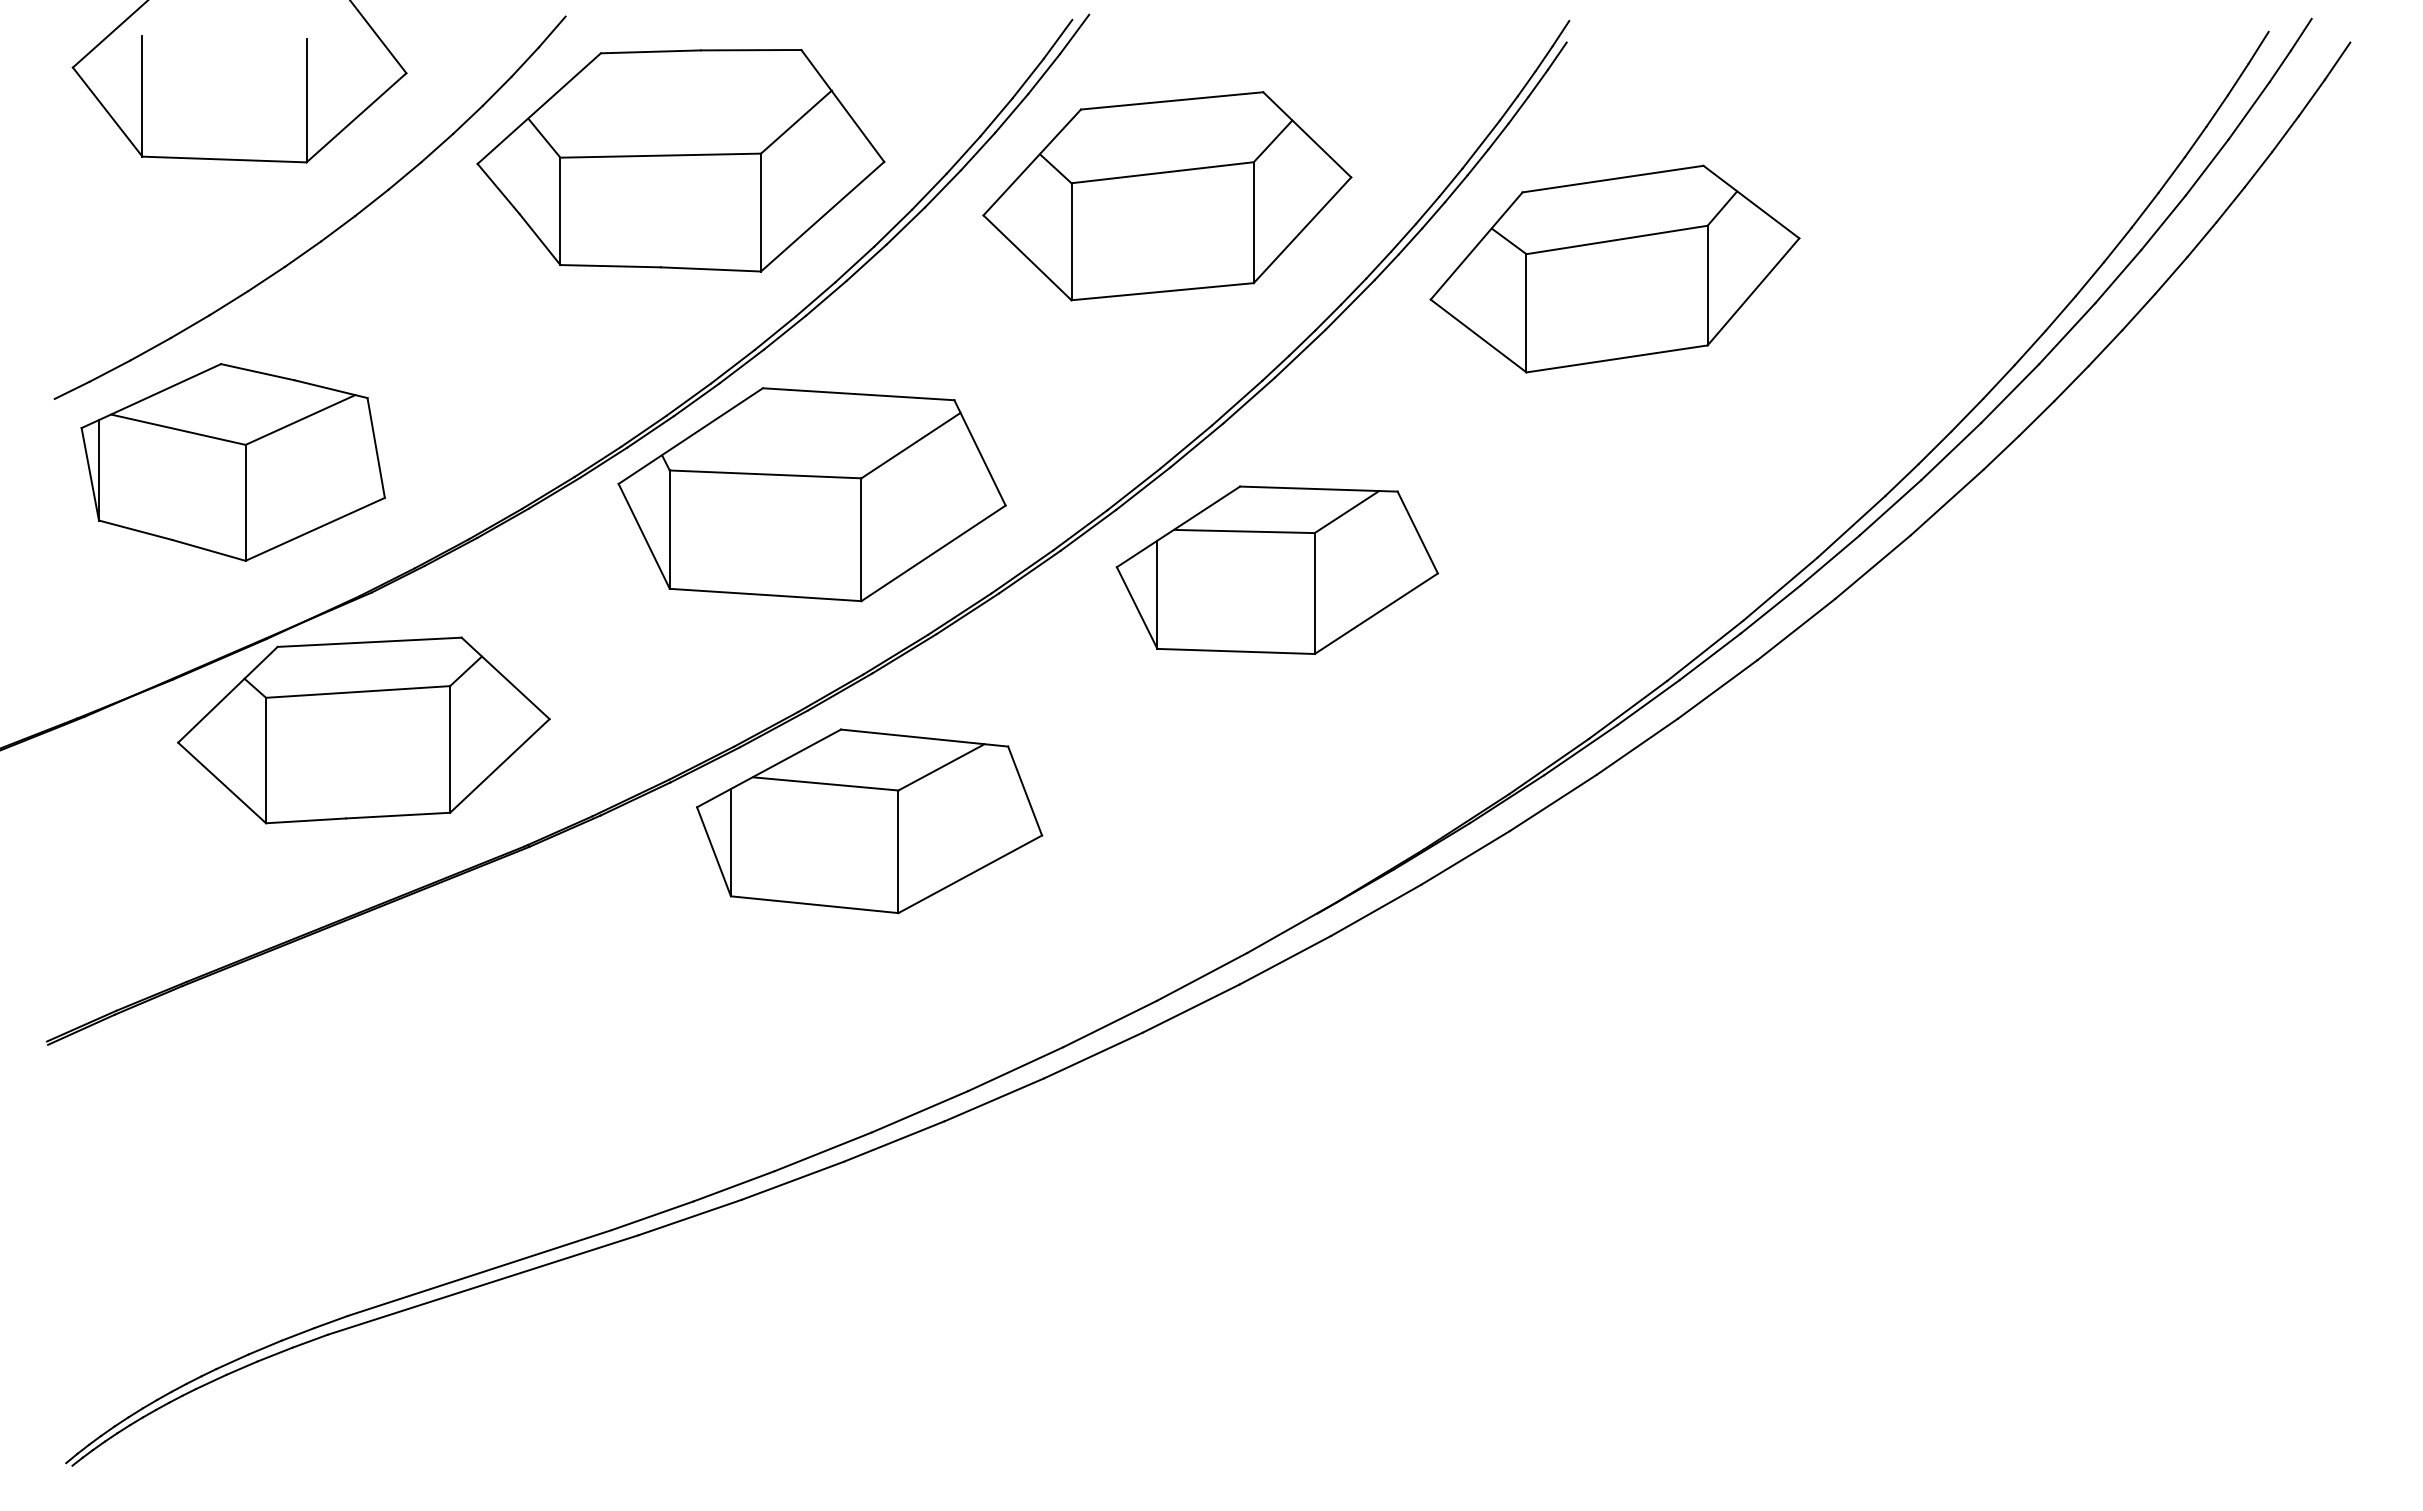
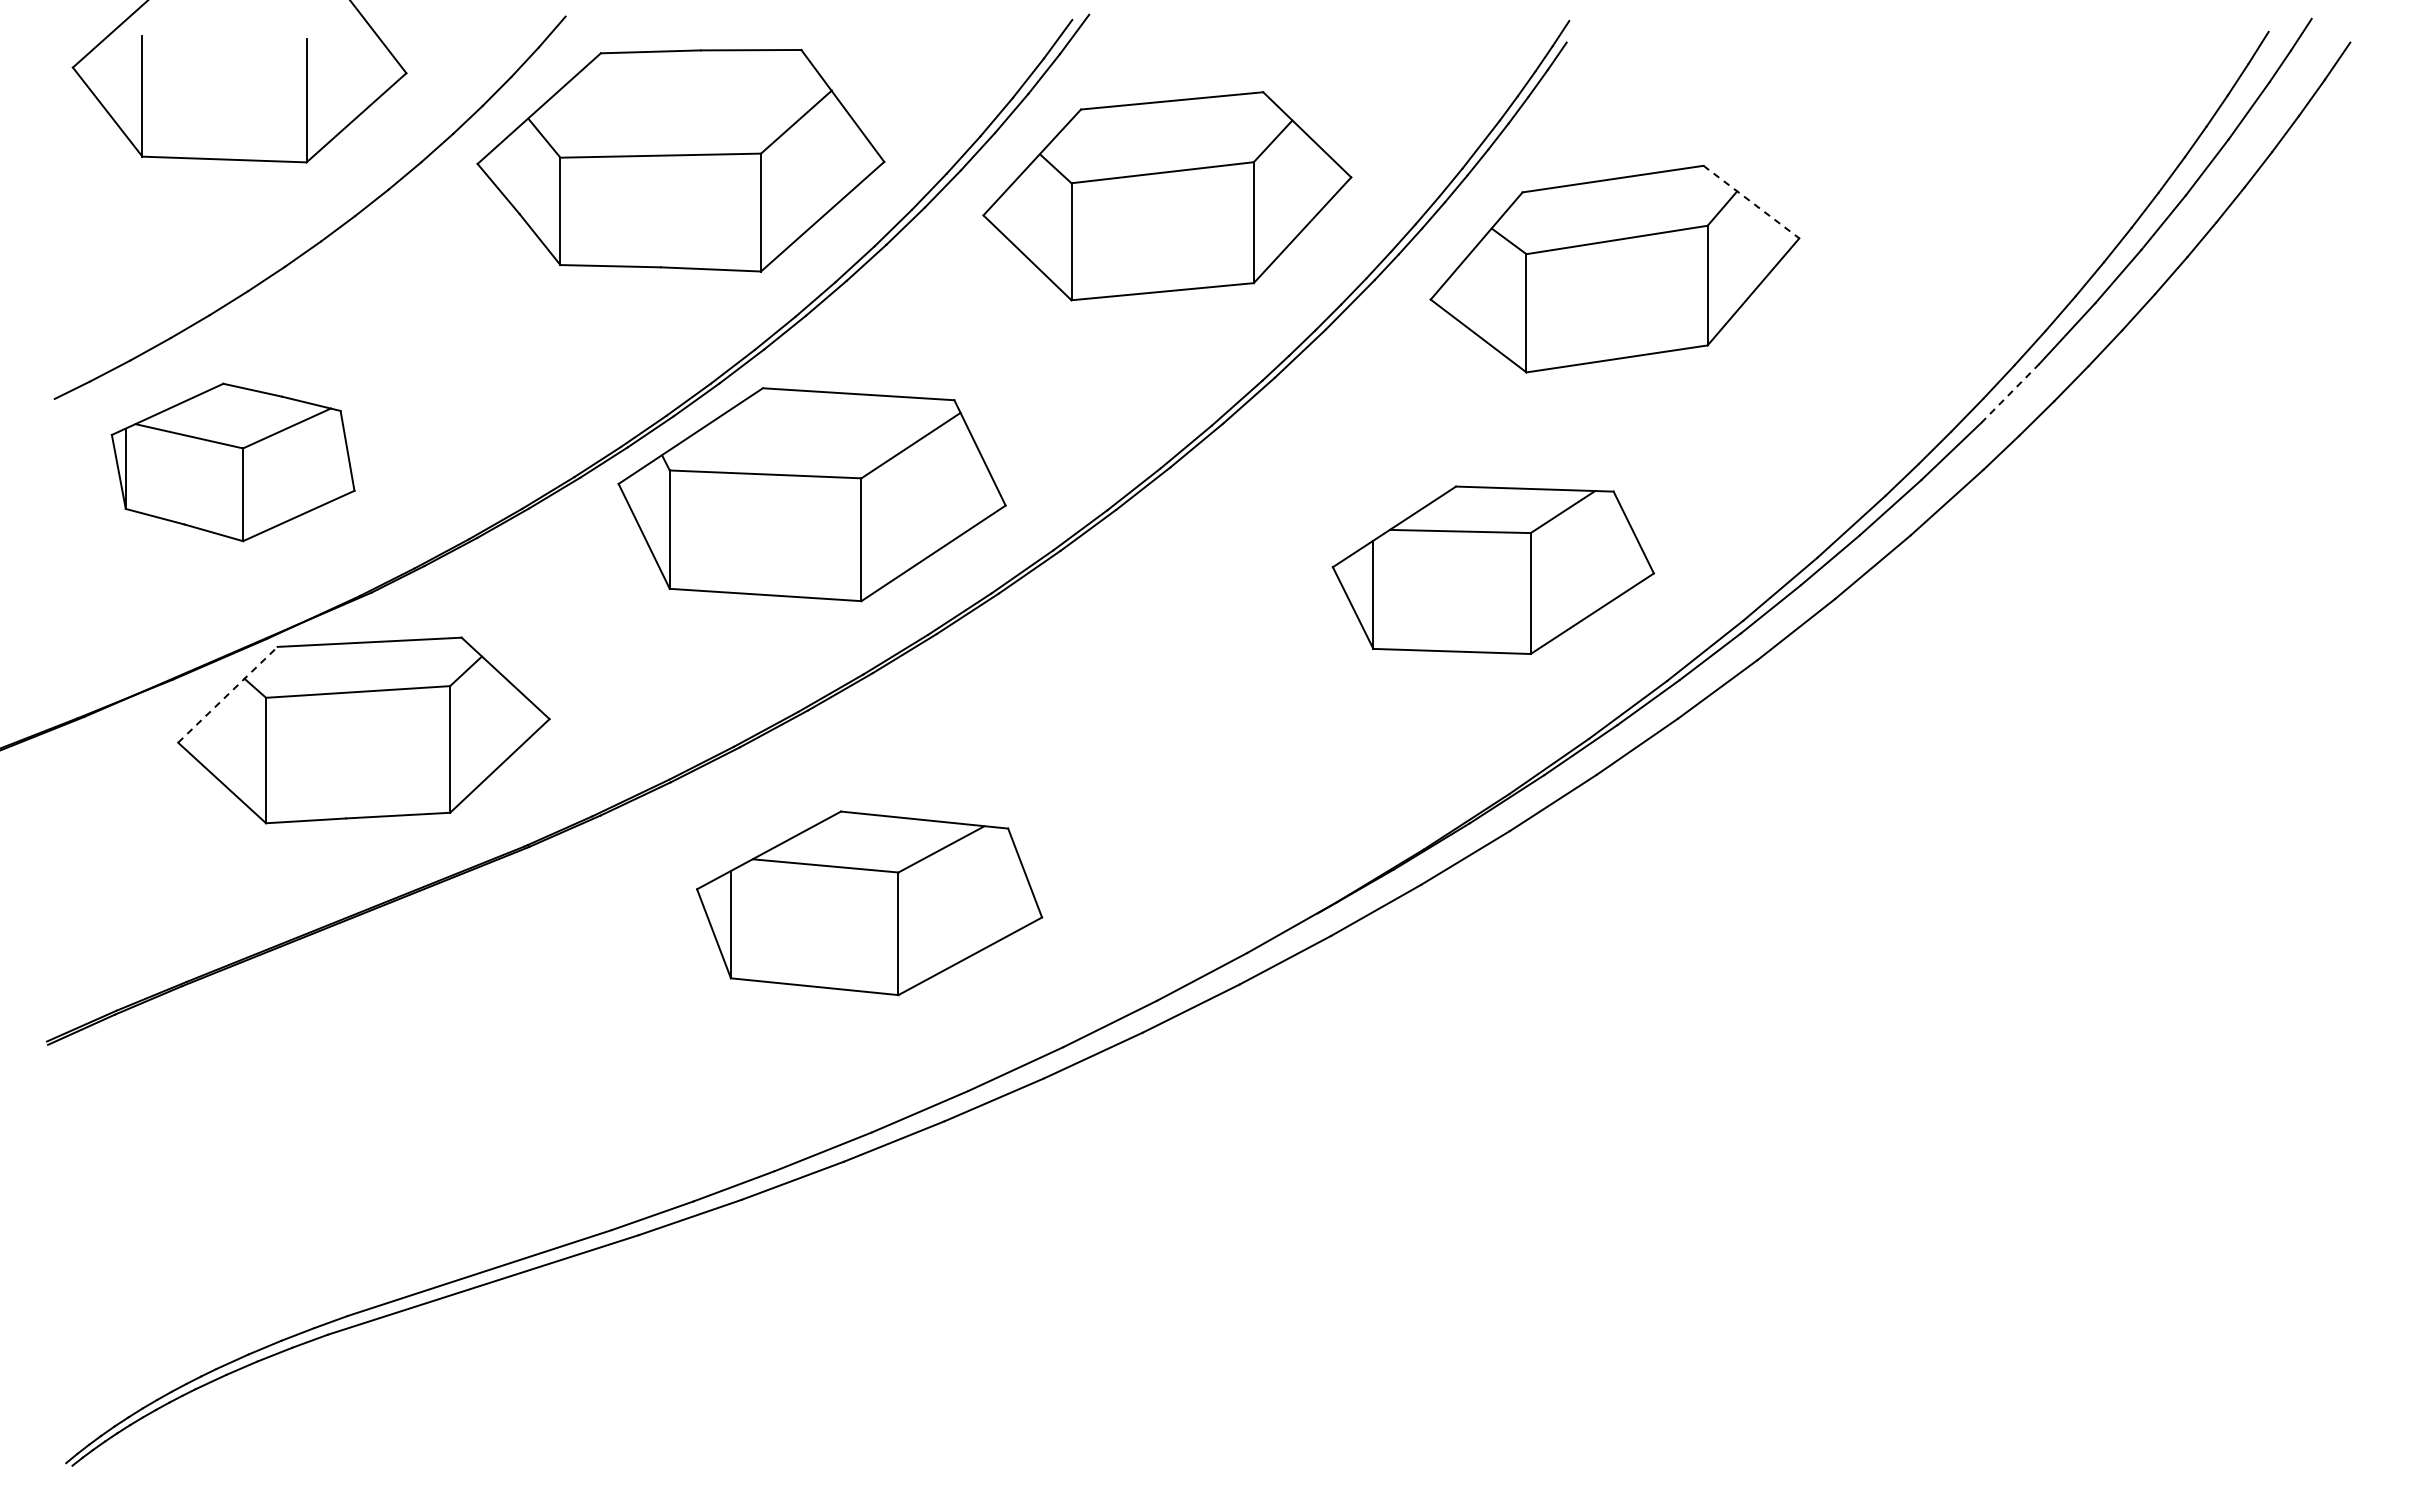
line at (1751, 202): solid -> dashed
line at (2010, 393): solid -> dashed
part at (232, 462) size: 306x199 px -> 246x161 px
part at (1276, 570) position: (1276, 570) -> (1492, 570)
line at (228, 694): solid -> dashed
part at (869, 821) position: (869, 821) -> (869, 903)
